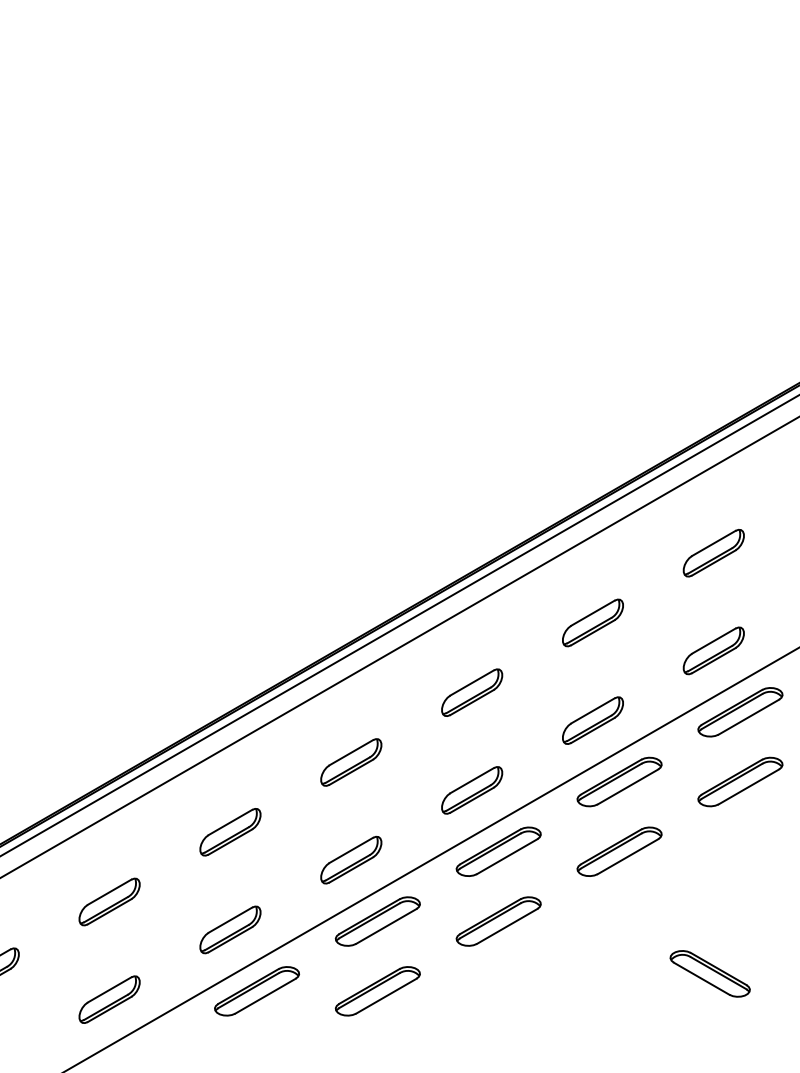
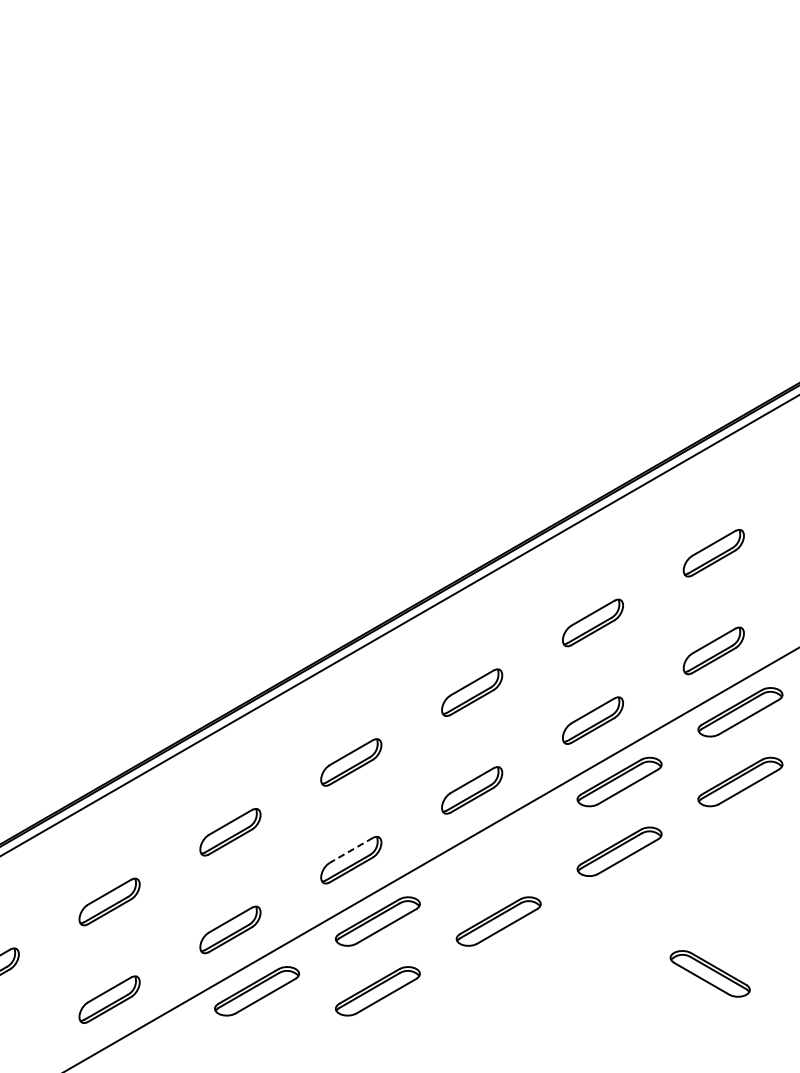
line at (399, 647): present -> none
line at (350, 850): solid -> dashed
part at (498, 851): present -> none
